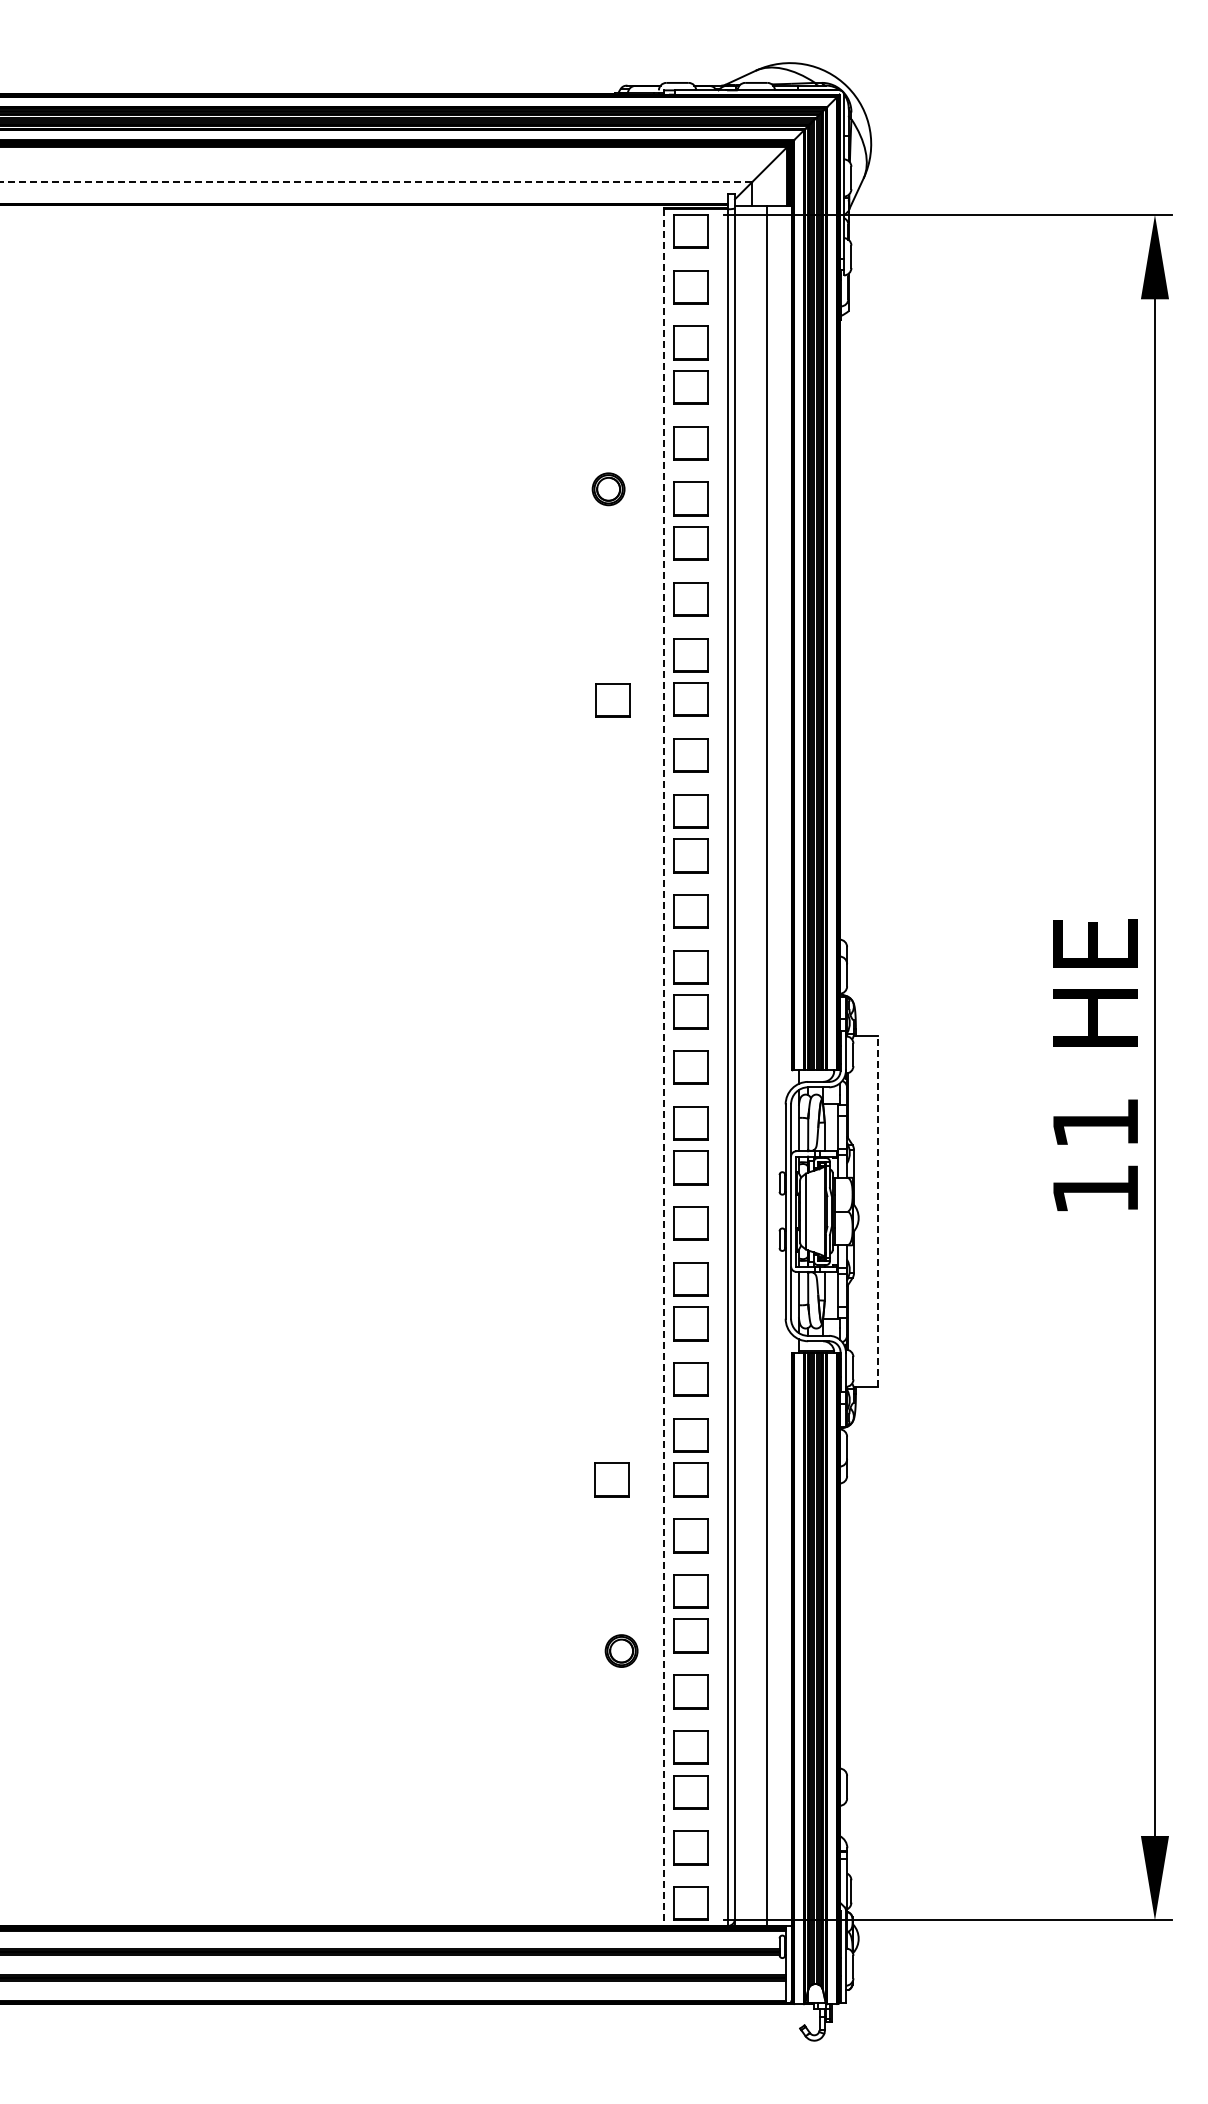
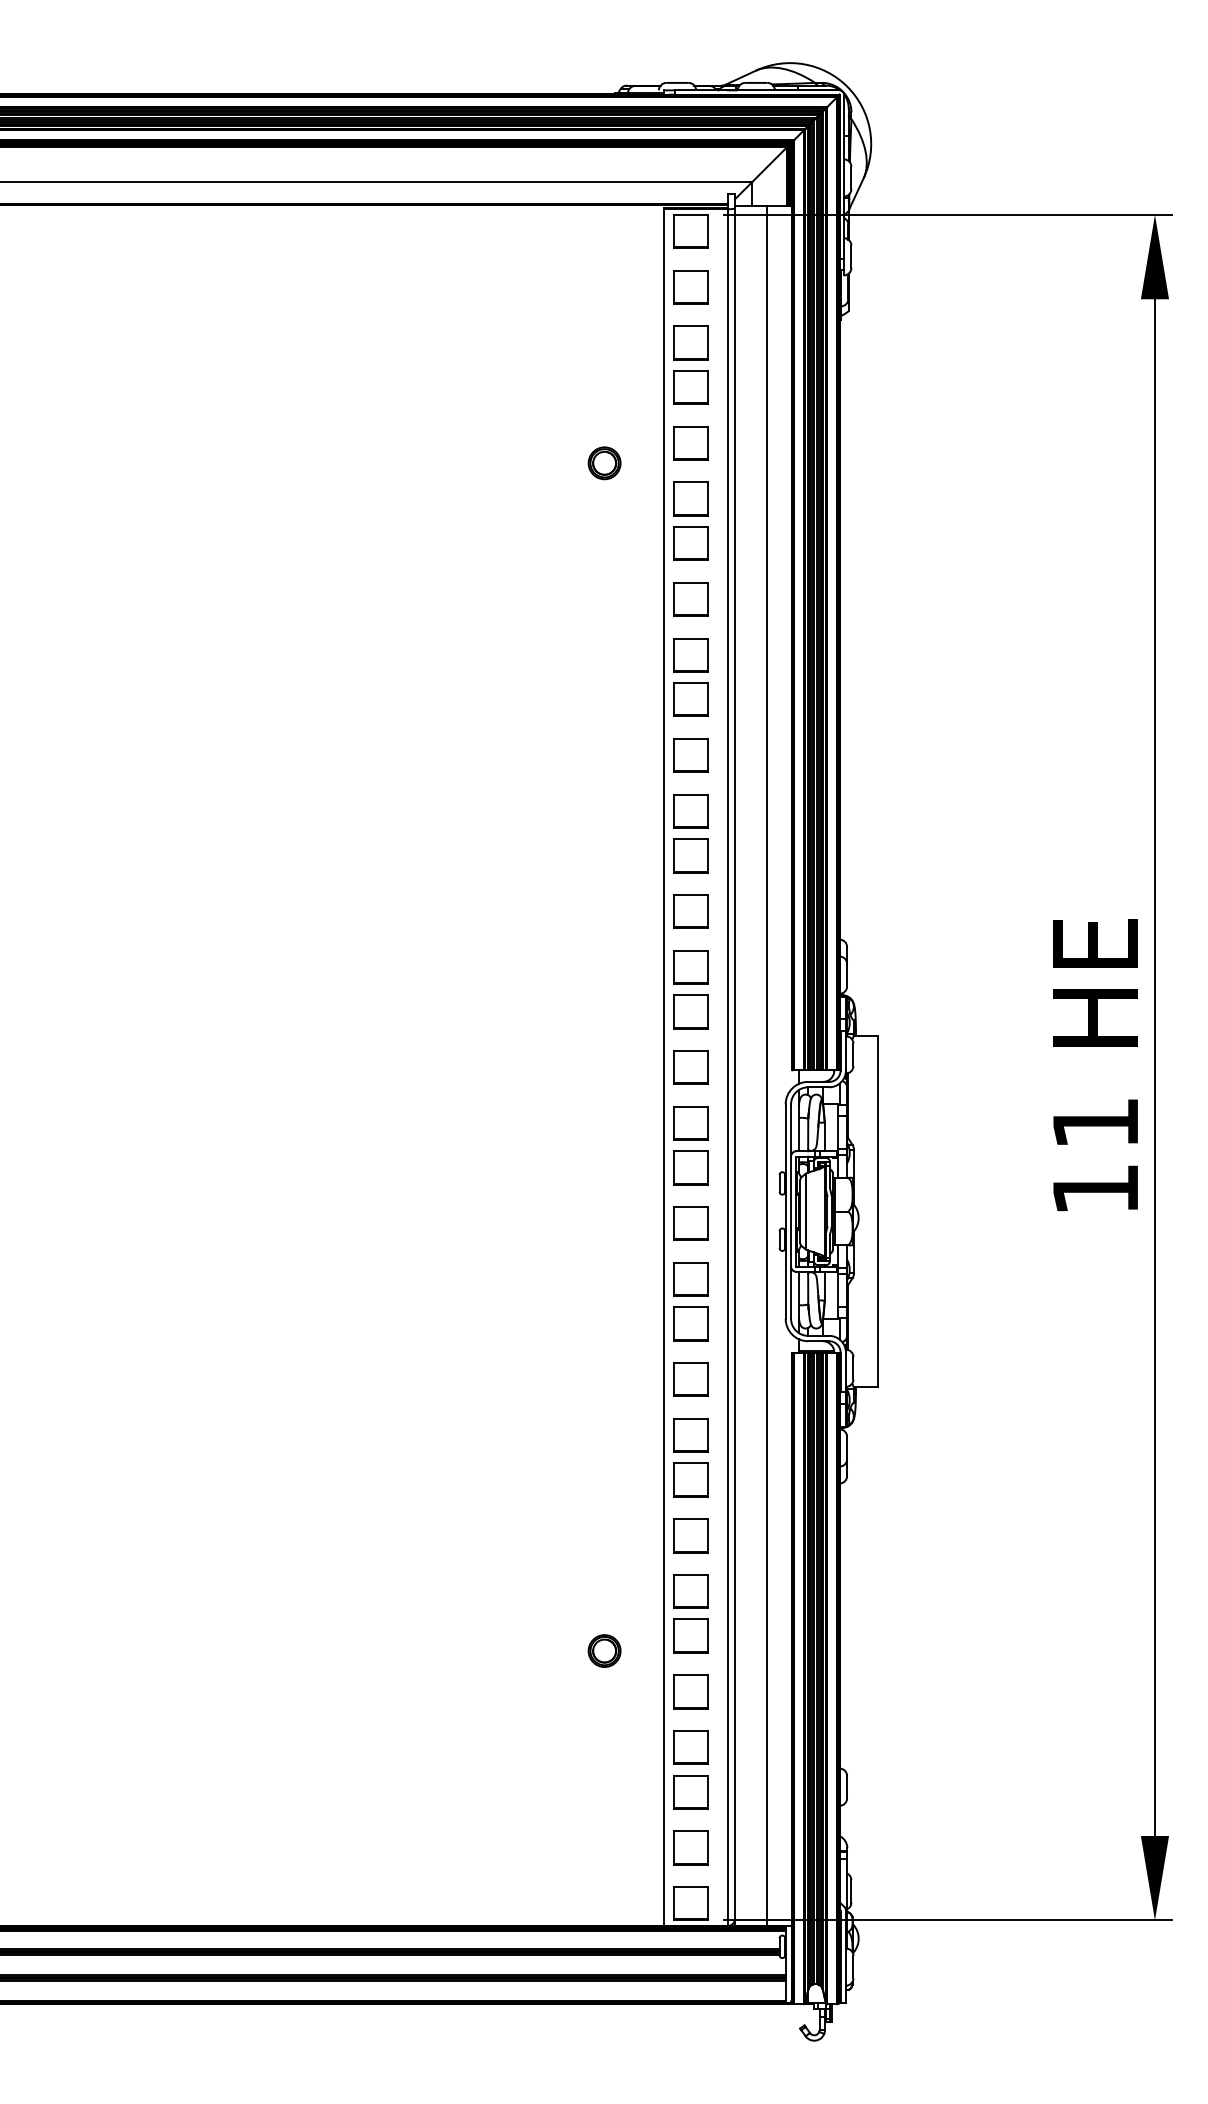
line at (376, 182): dashed -> solid
part at (608, 489) position: (608, 489) -> (604, 463)
part at (612, 700): present -> none
line at (664, 1068): dashed -> solid
line at (878, 1211): dashed -> solid
part at (611, 1479): present -> none
part at (621, 1650) position: (621, 1650) -> (604, 1650)
